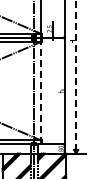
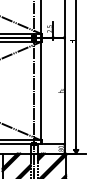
line at (76, 74): dashed -> solid
line at (41, 90): dashed -> solid
